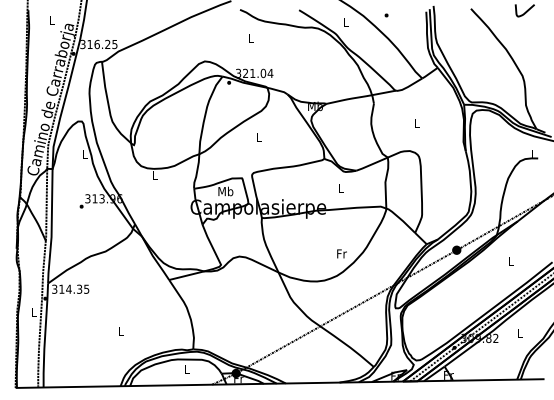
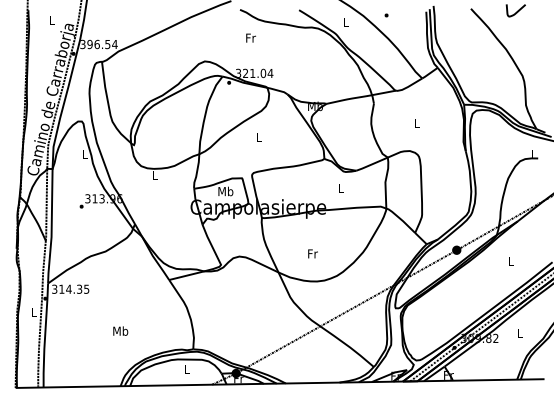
curve at (525, 11) position: (525, 11) -> (516, 11)
text at (251, 37): L -> Fr
text at (102, 44): 316.25 -> 396.54
text at (341, 253) position: (341, 253) -> (312, 253)
text at (120, 330): L -> Mb
